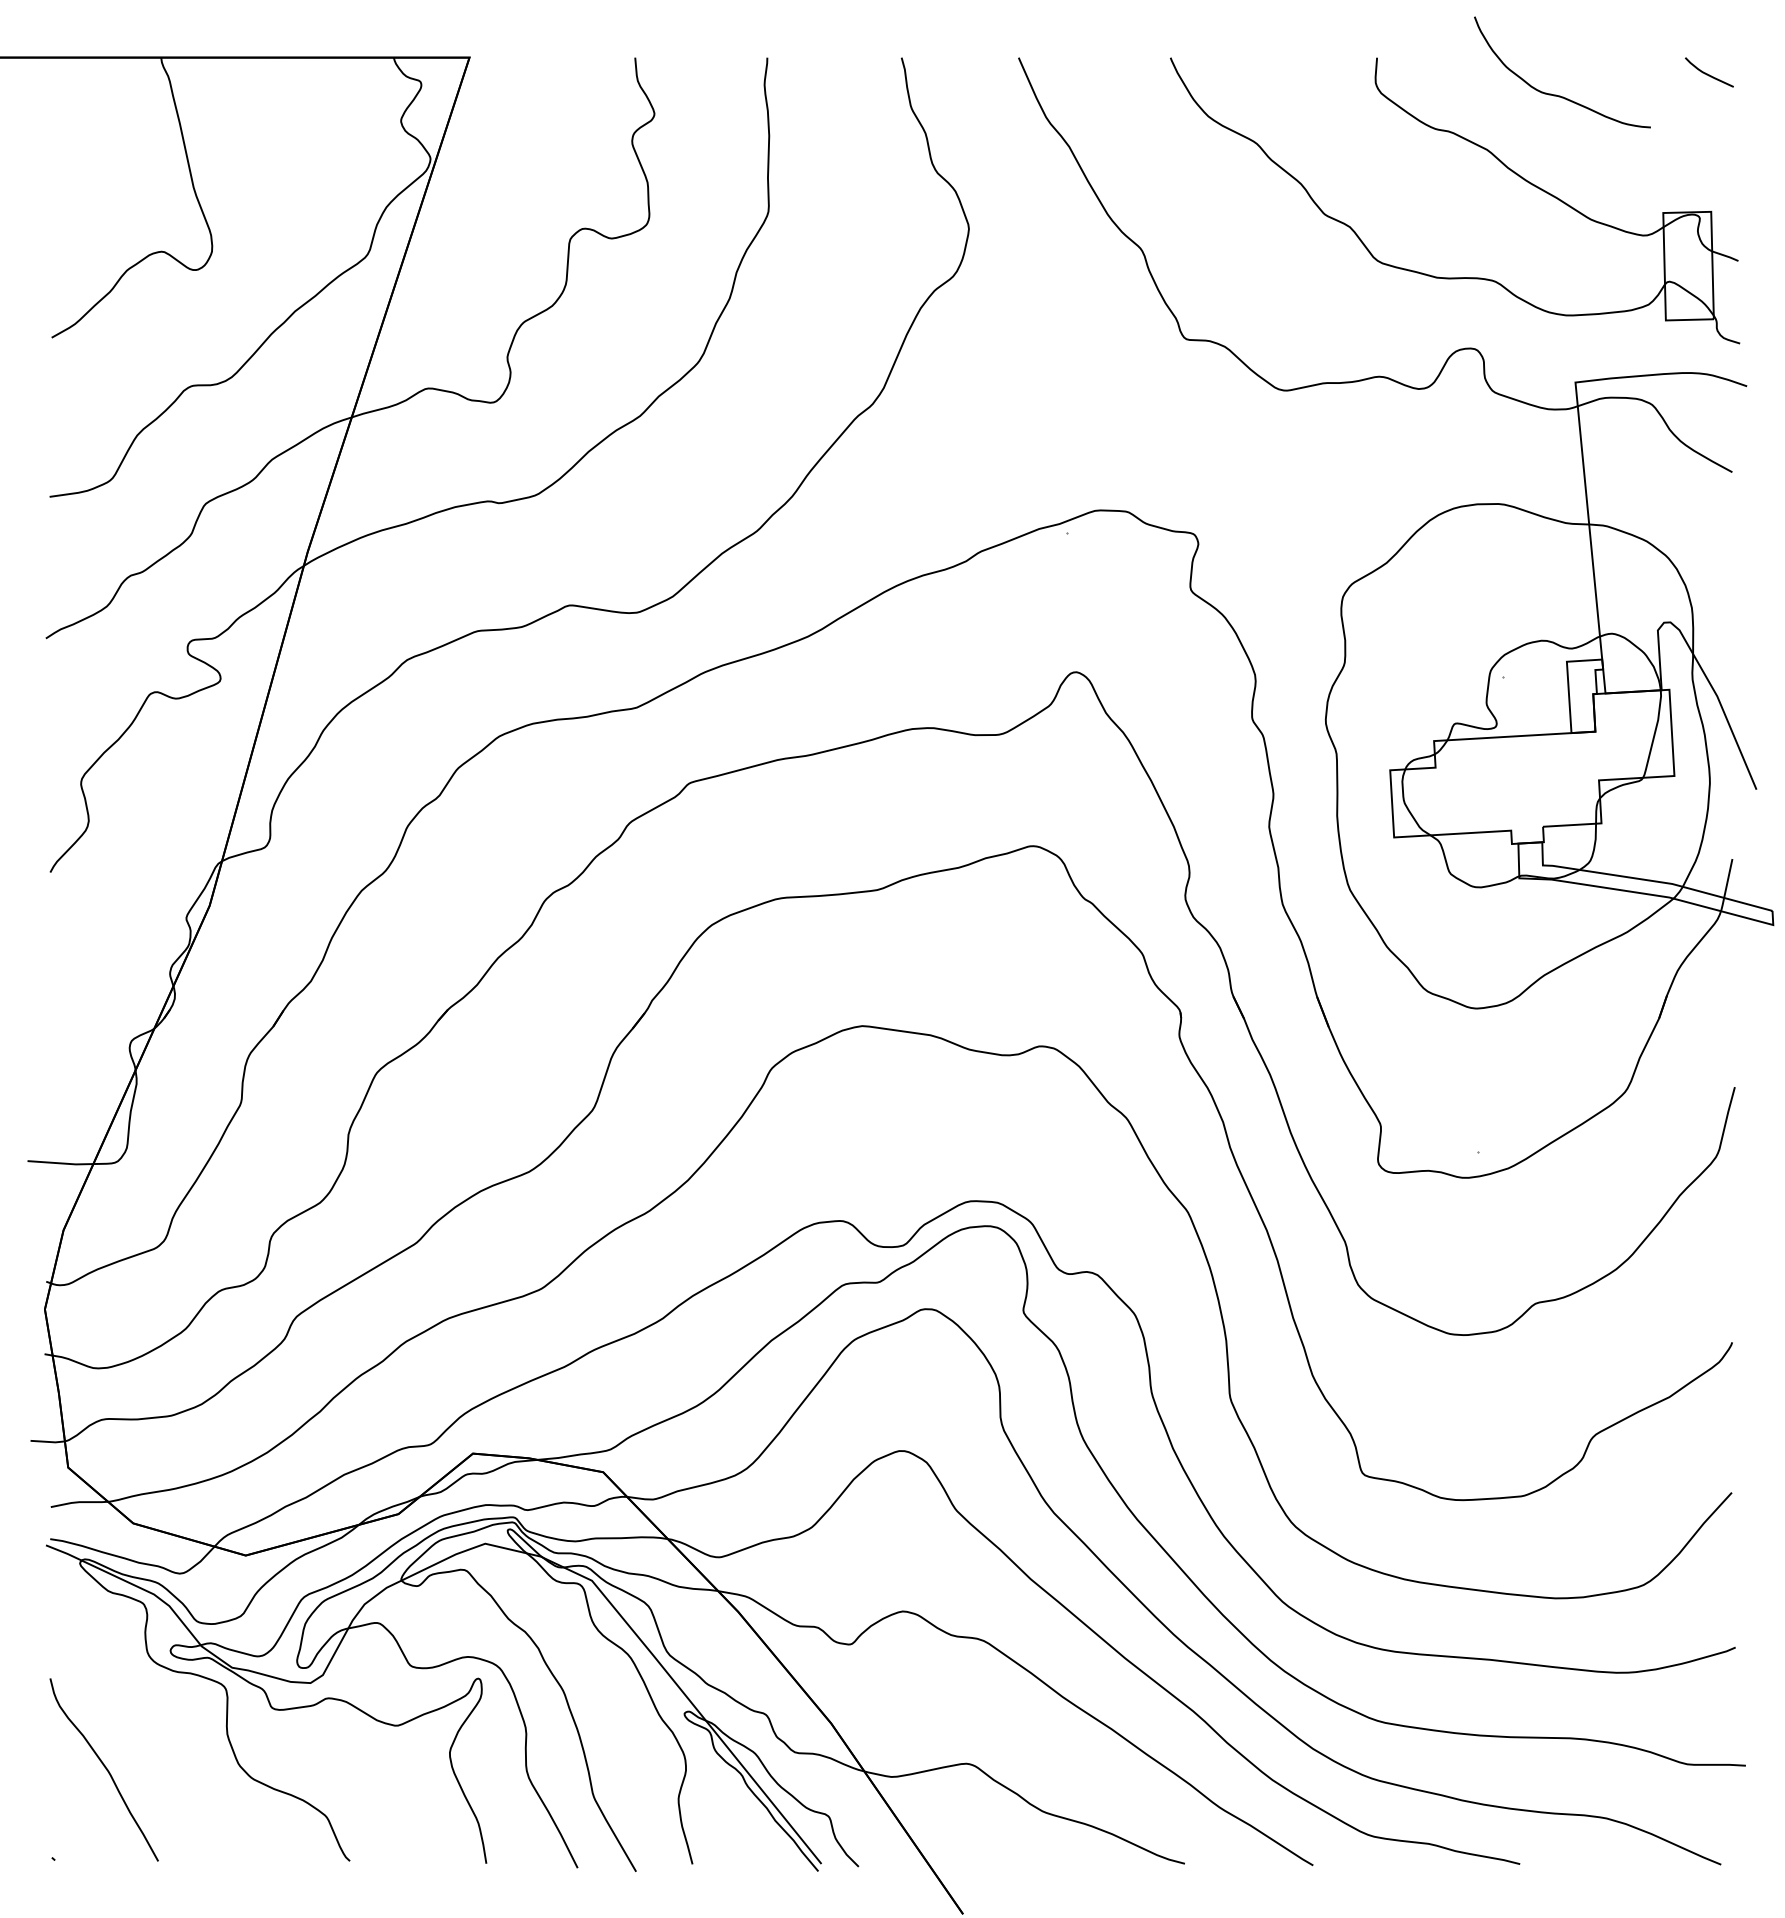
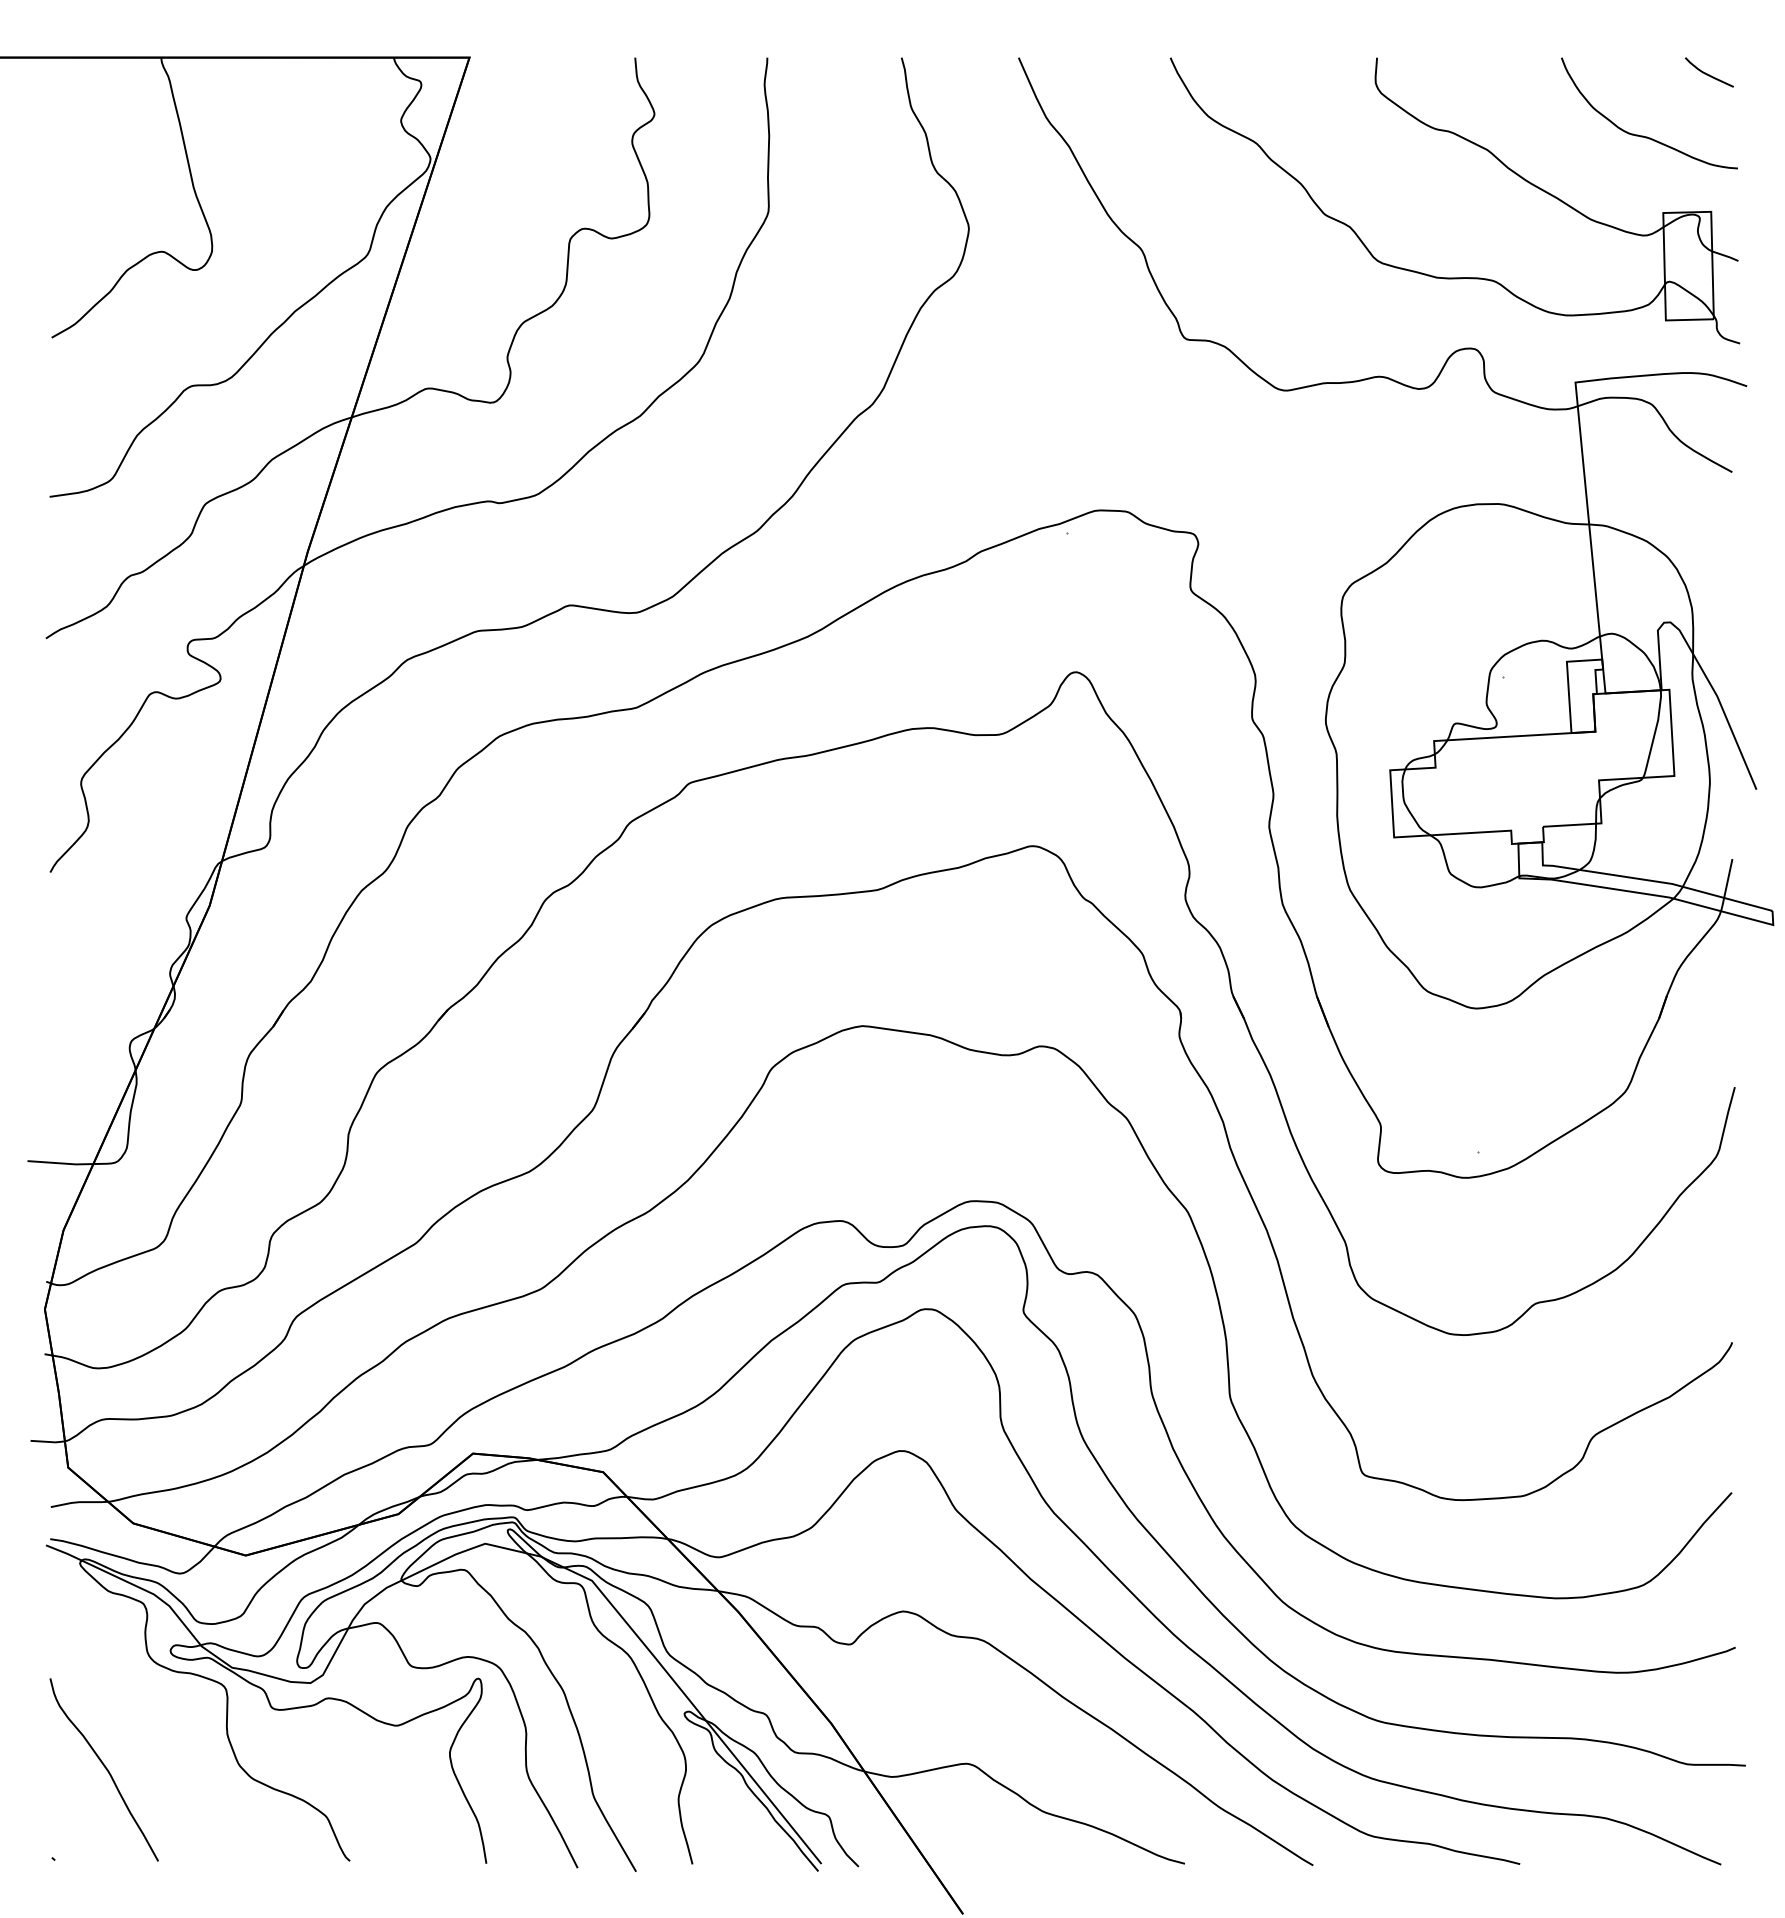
curve at (1556, 94) position: (1556, 94) -> (1643, 135)
